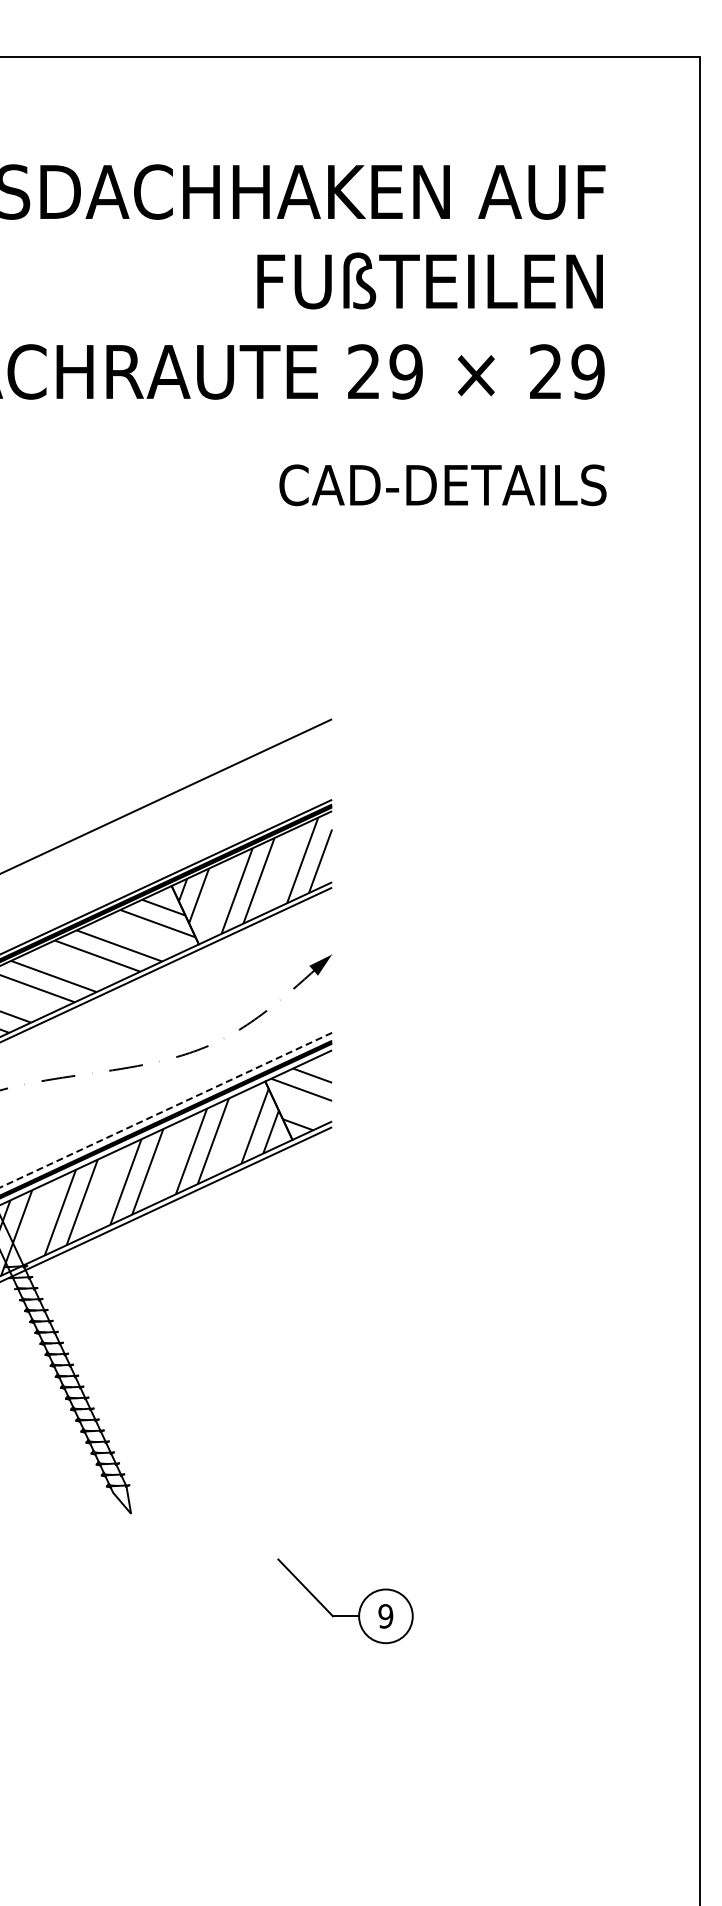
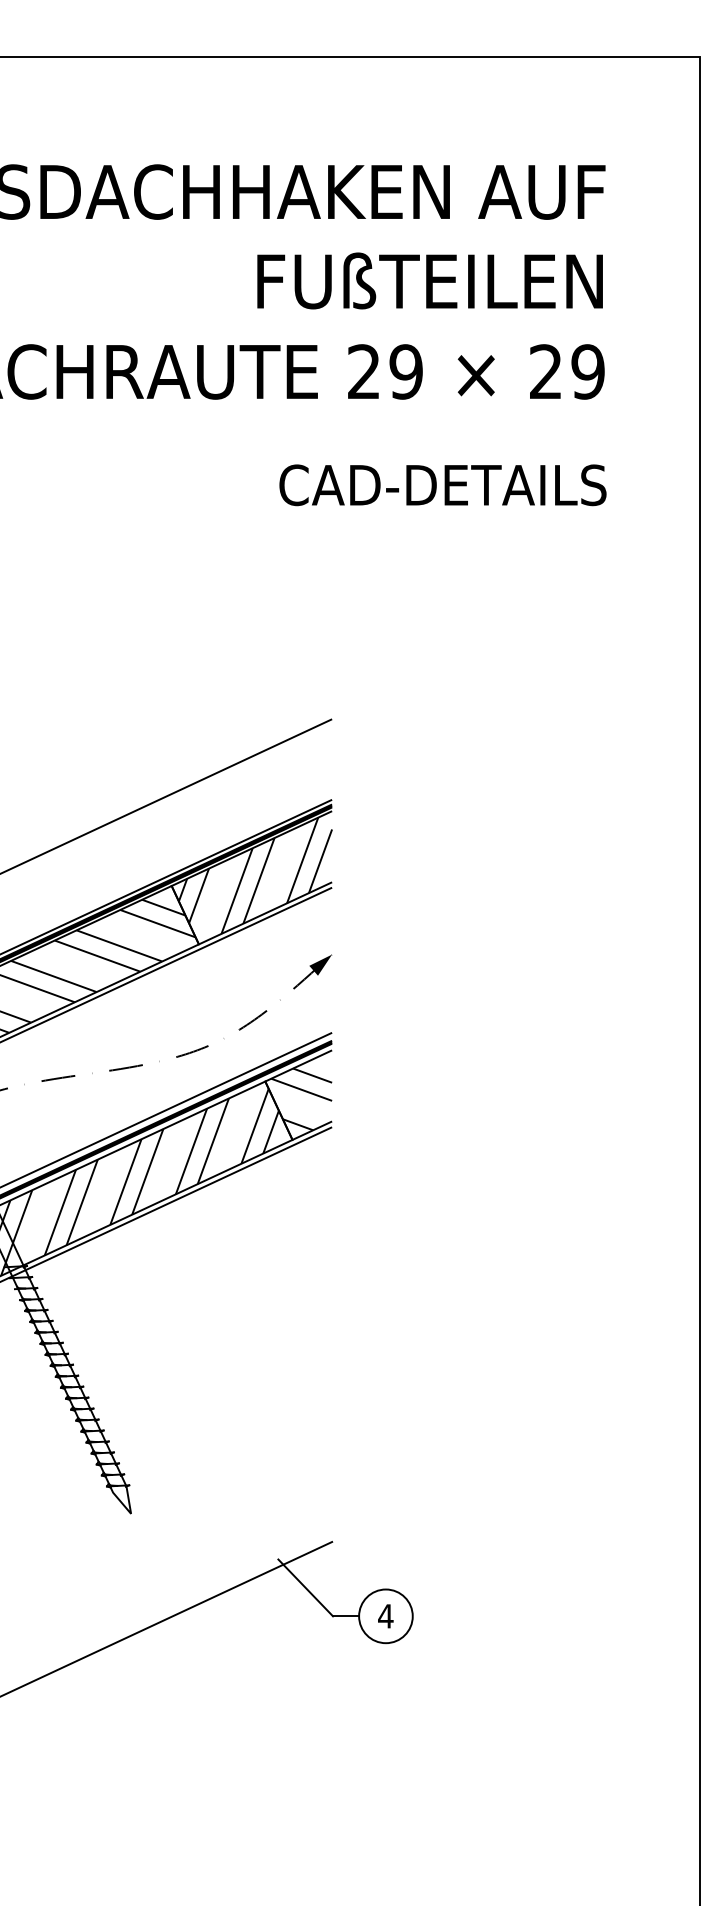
line at (166, 1110): dashed -> solid
text at (385, 1616): 9 -> 4
line at (167, 1618): none -> present
